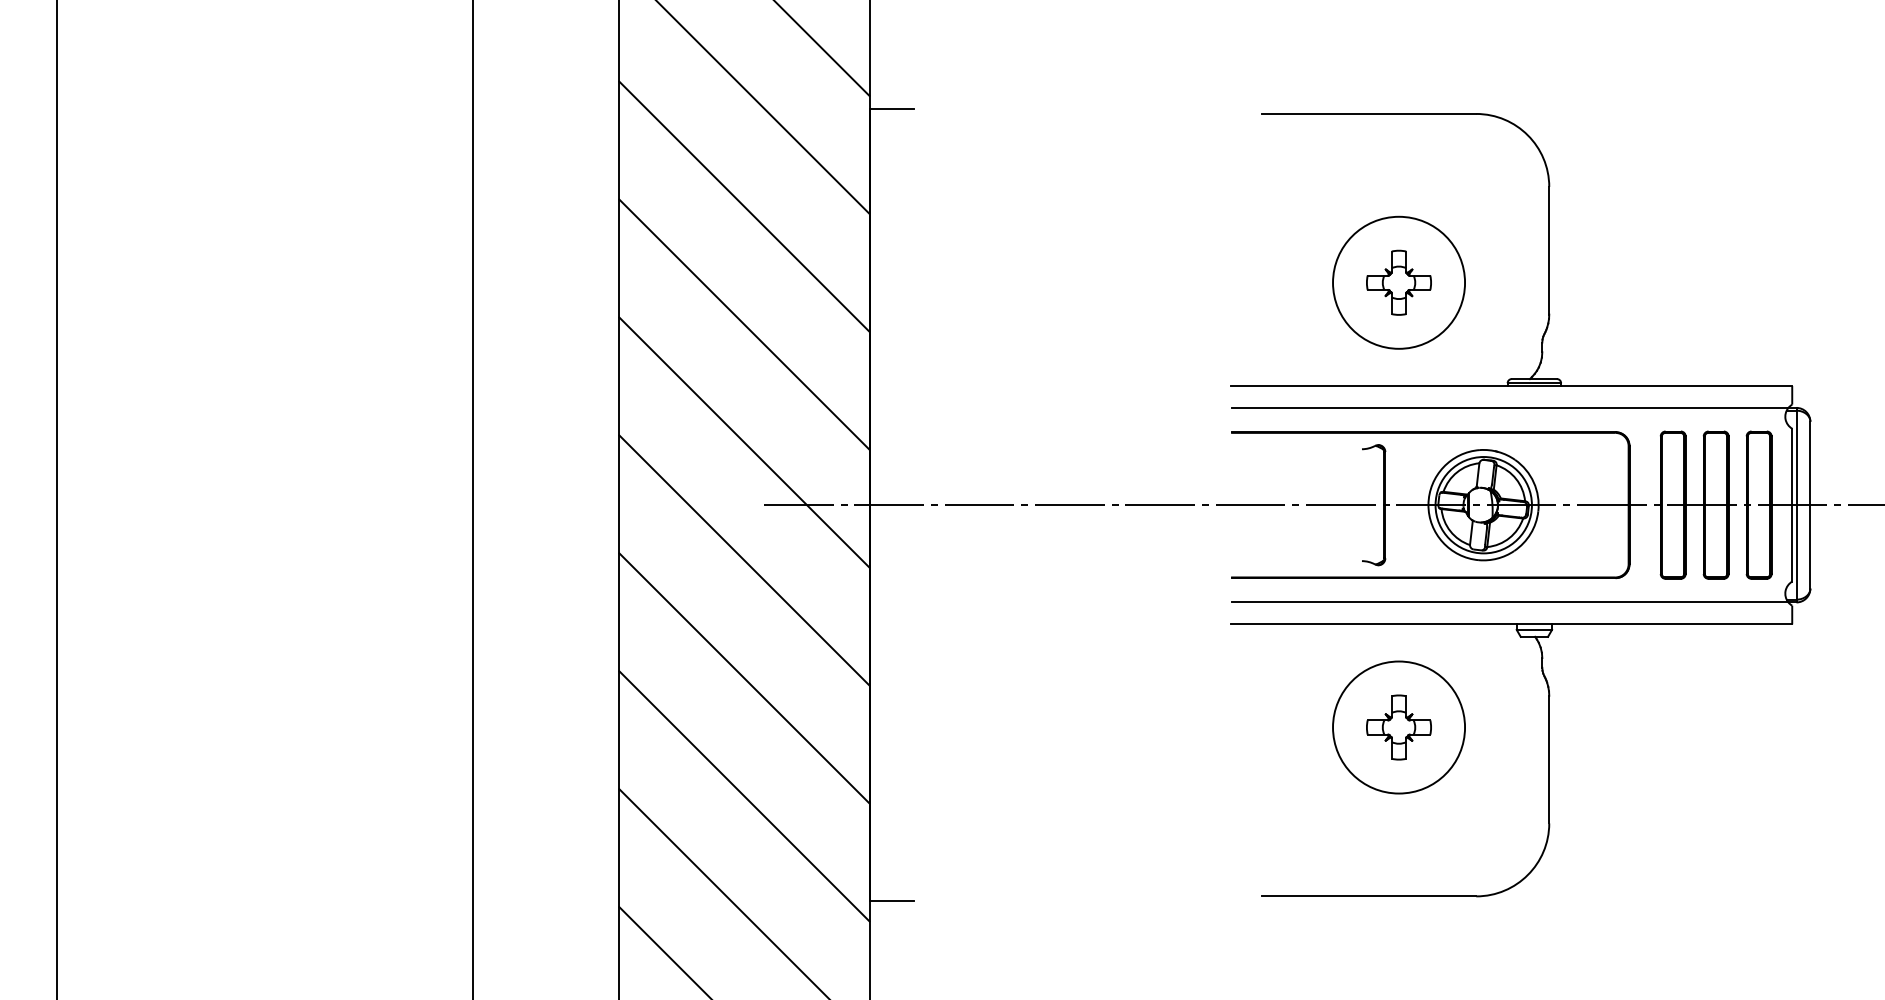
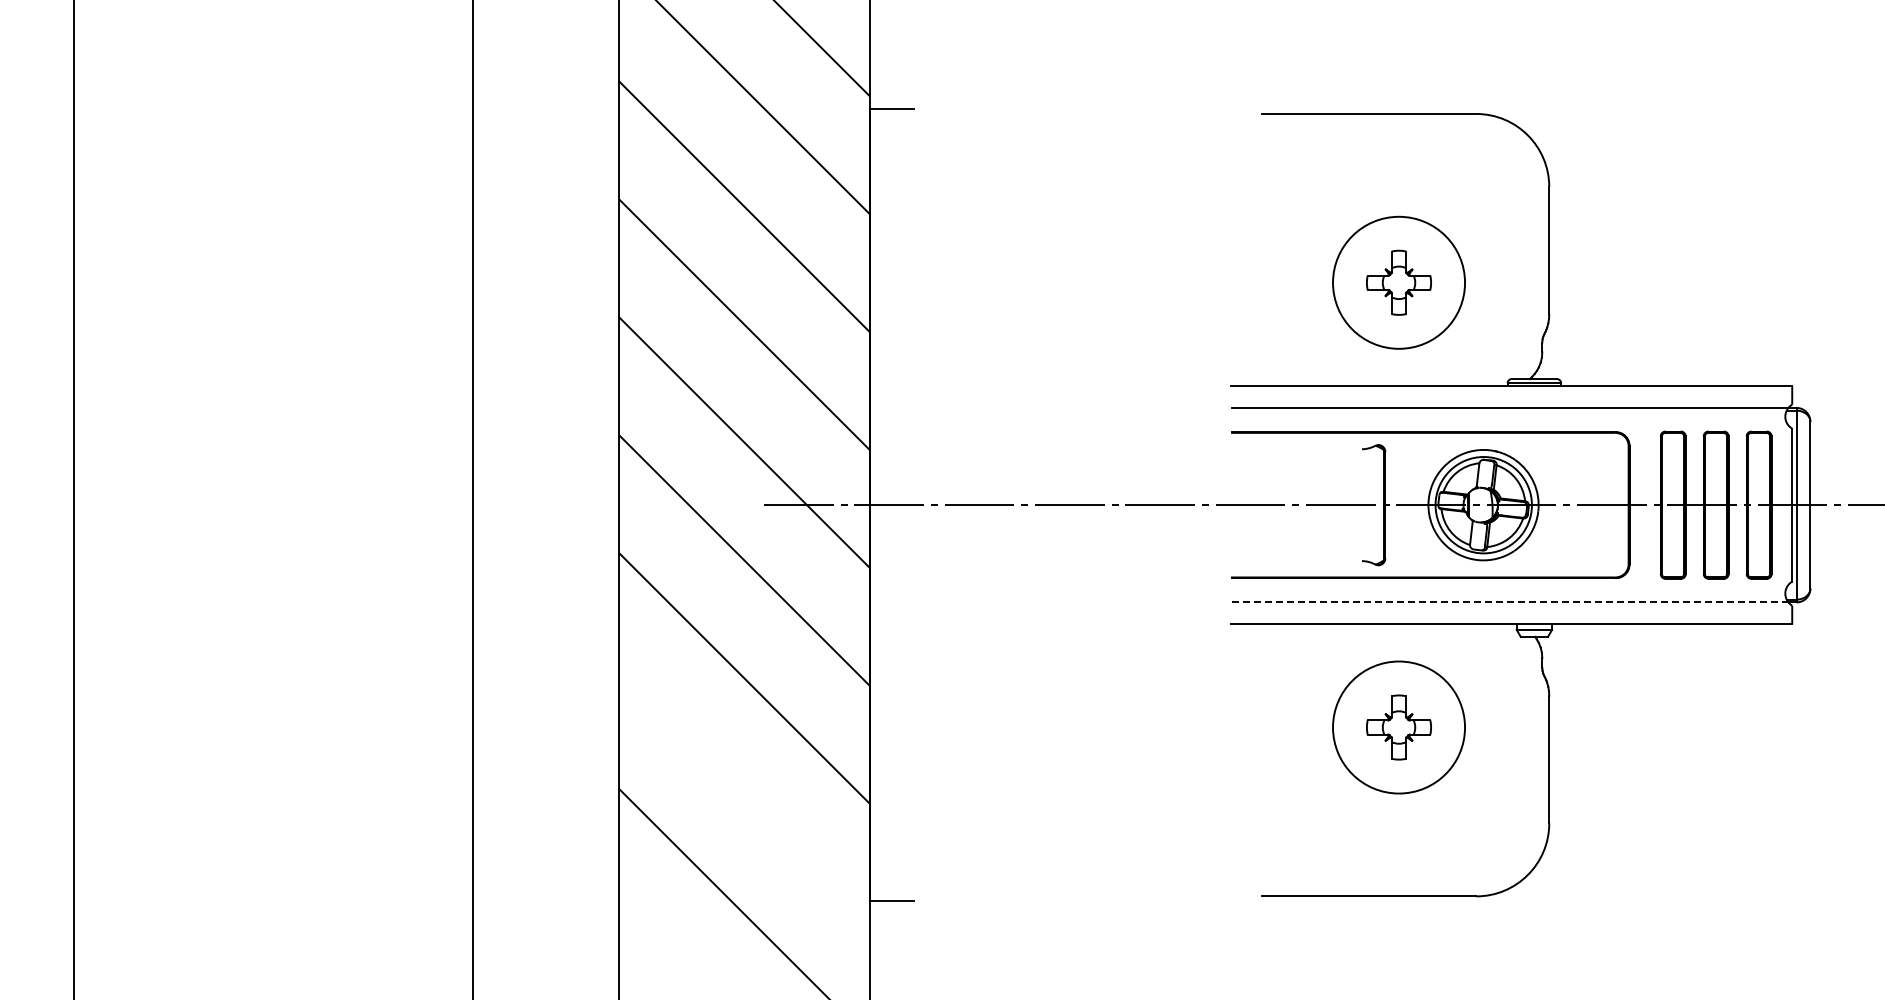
line at (56, 499) position: (56, 499) -> (73, 499)
line at (1510, 602): solid -> dashed
line at (744, 796): present -> none
line at (663, 951): present -> none
